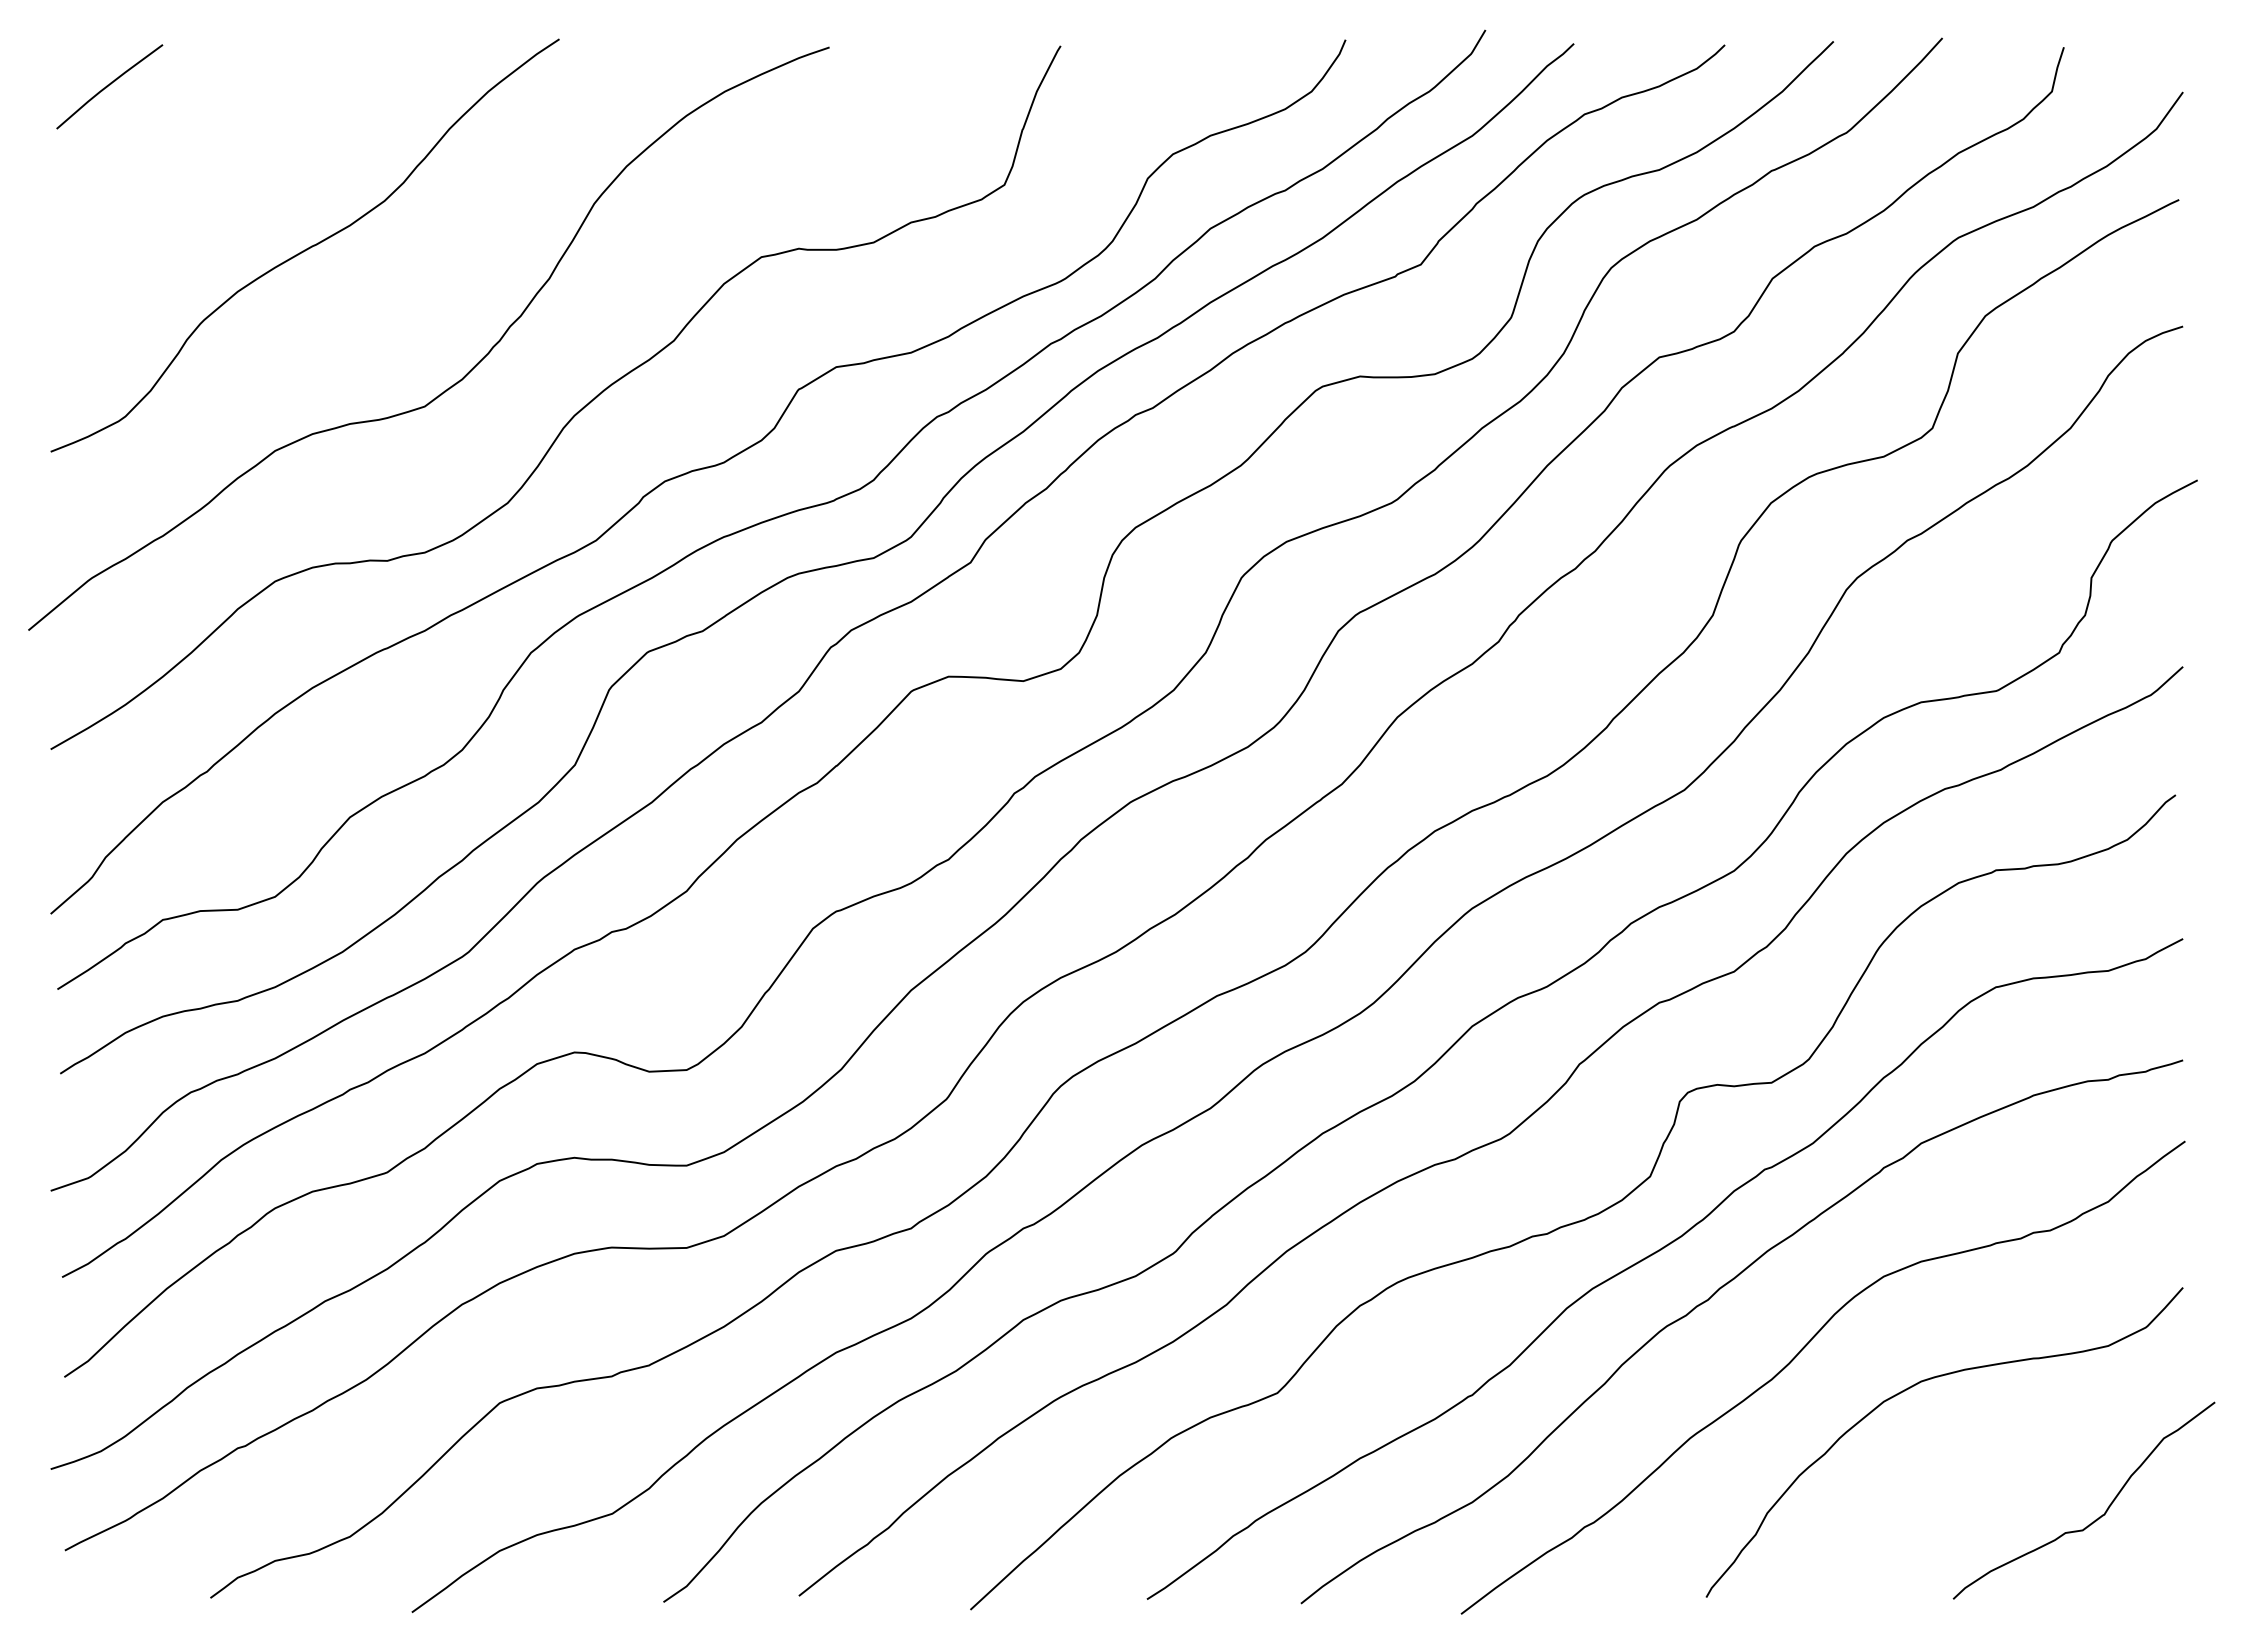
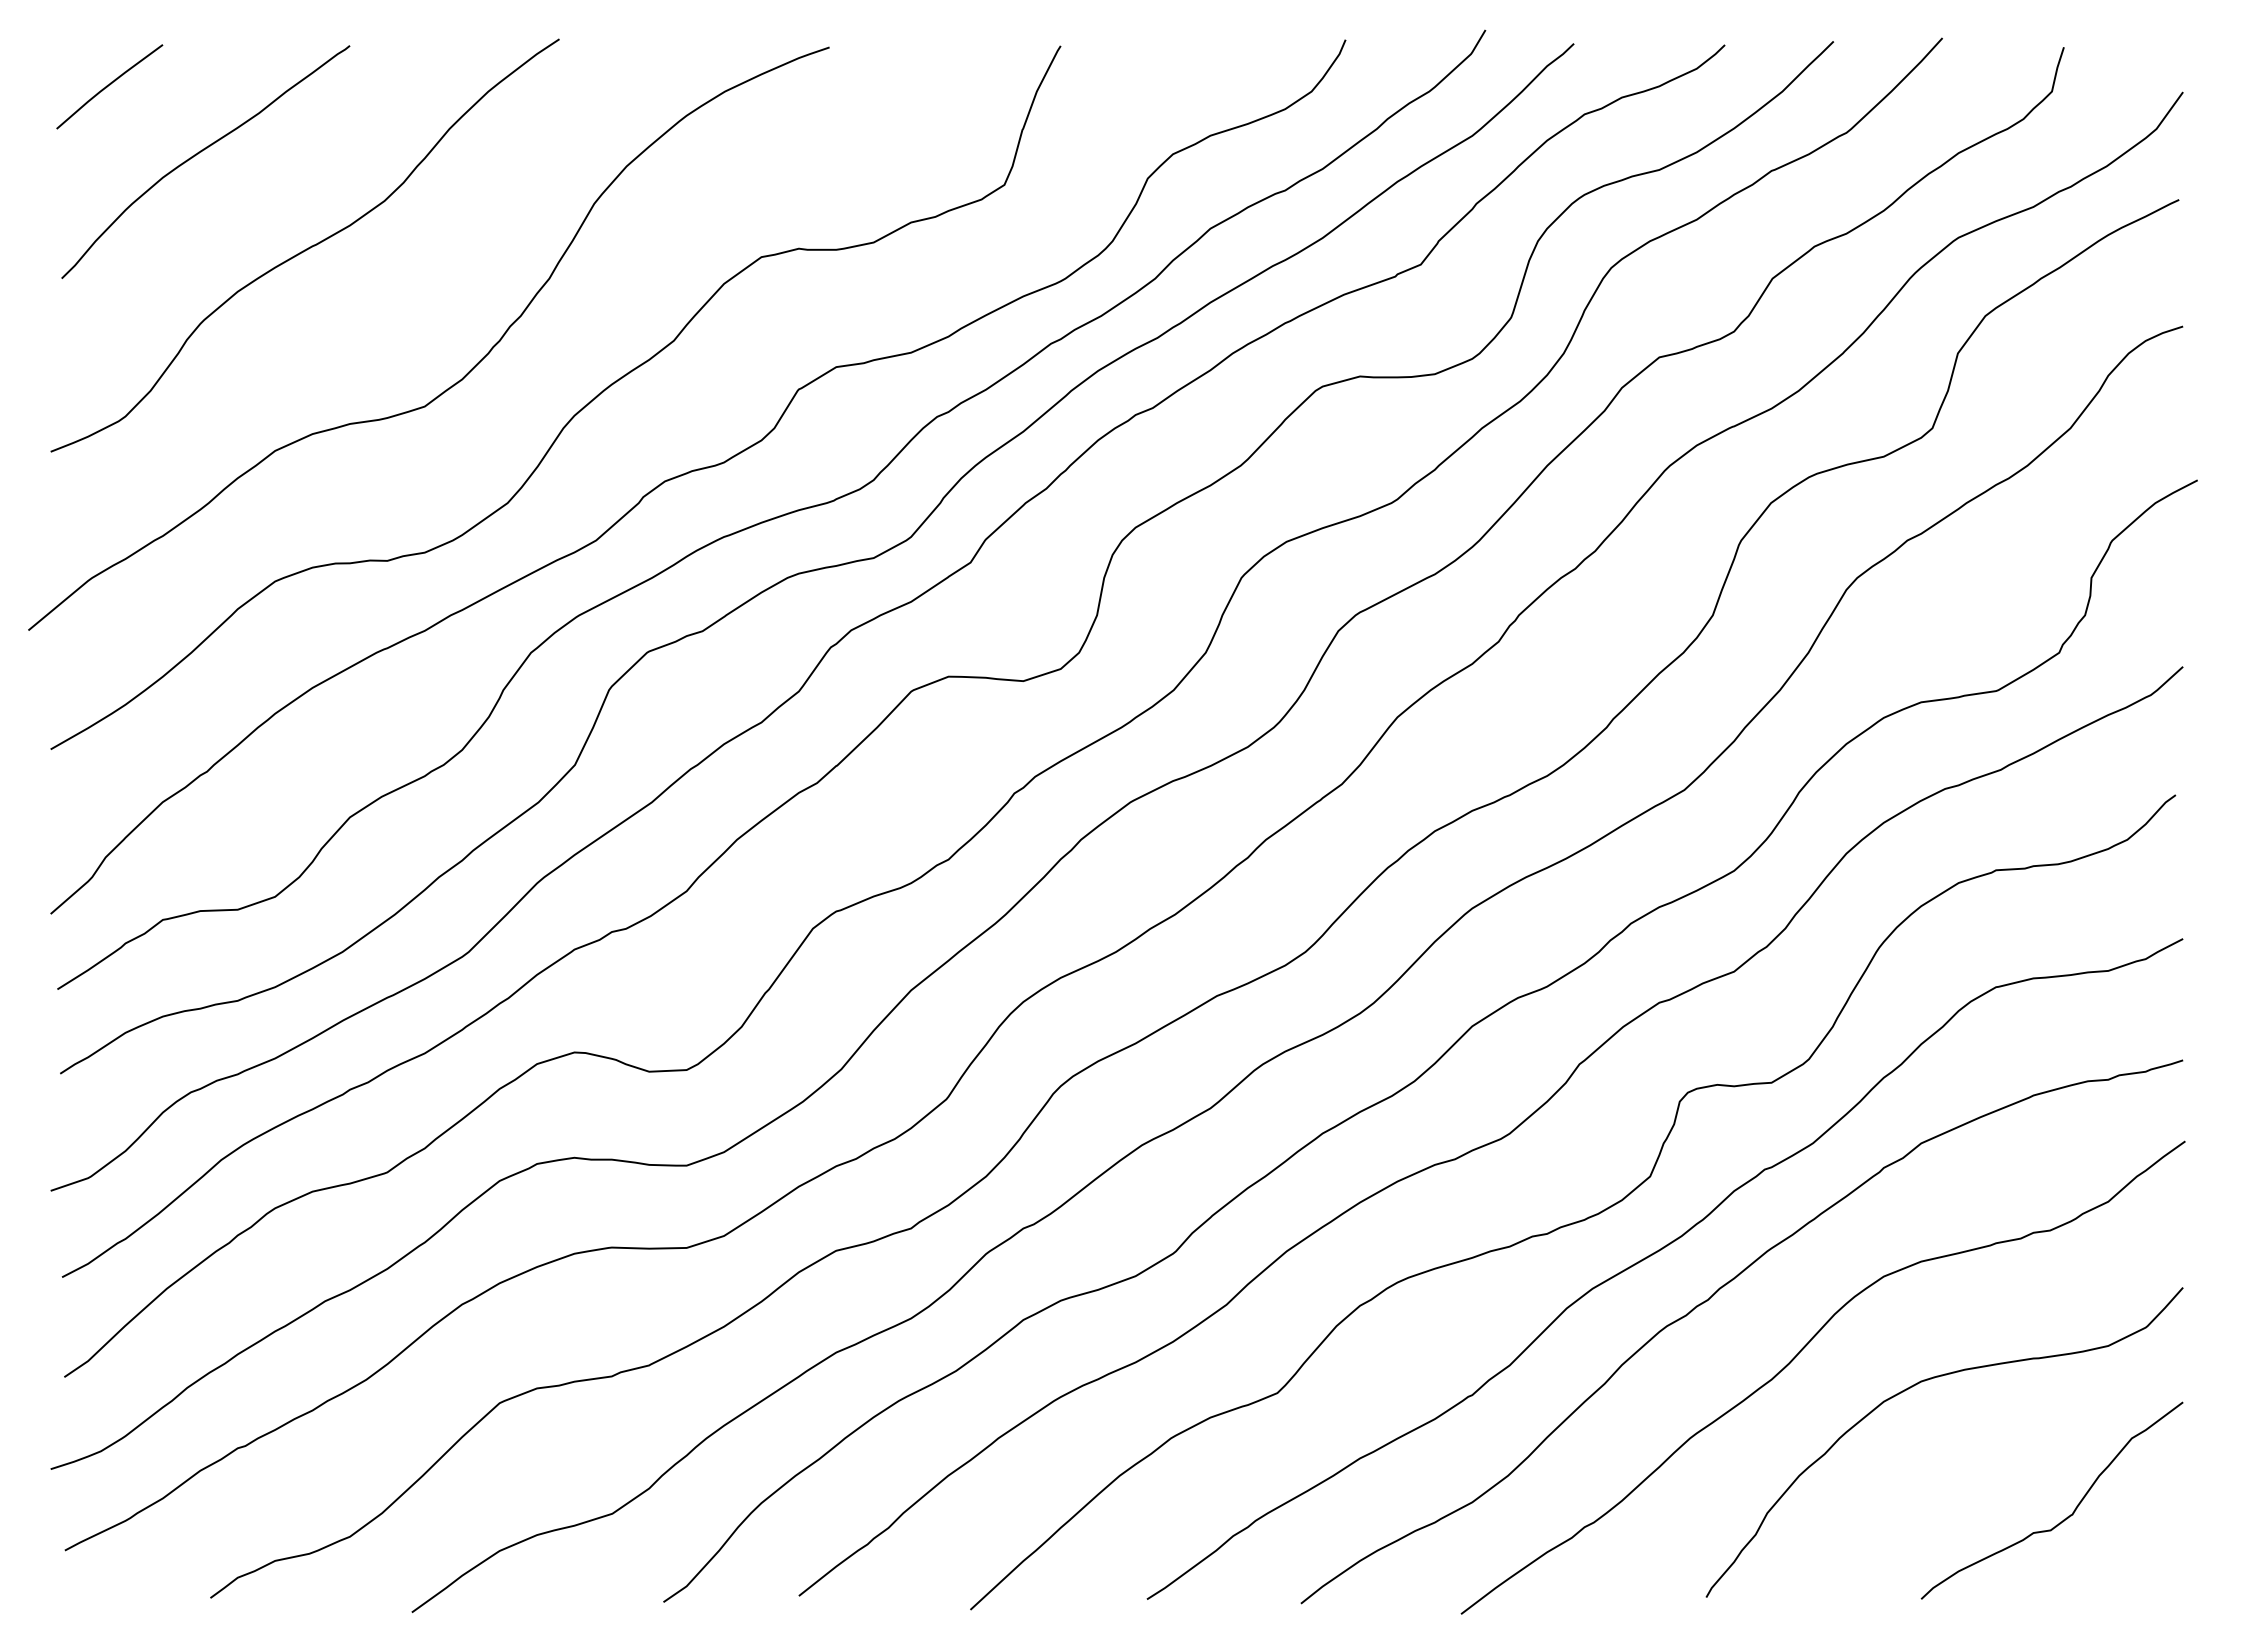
curve at (201, 152): none -> present
curve at (2095, 1519) position: (2095, 1519) -> (2063, 1519)
